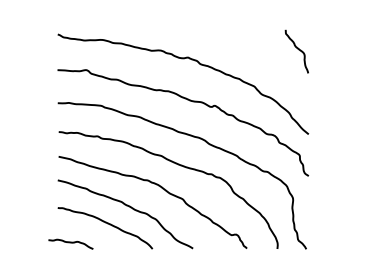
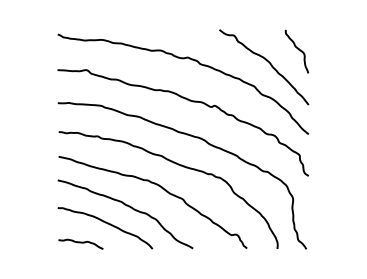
curve at (267, 62): none -> present
curve at (70, 243) position: (70, 243) -> (80, 243)
